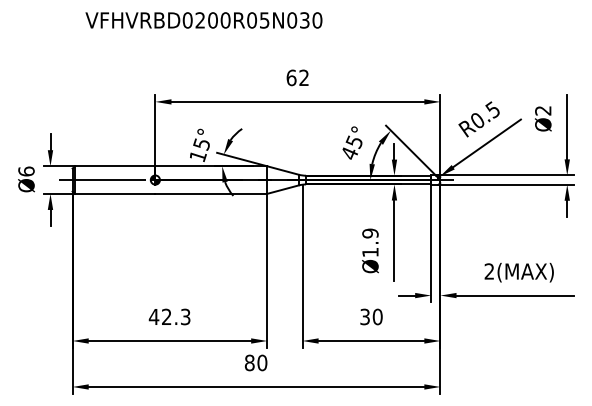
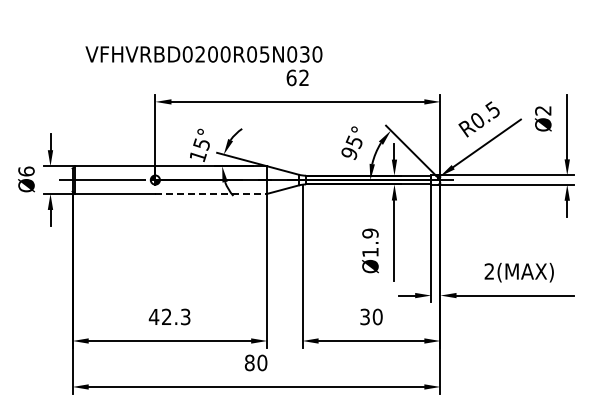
text at (203, 20) position: (203, 20) -> (203, 54)
text at (349, 153): 45° -> 95°
line at (211, 193): solid -> dashed
